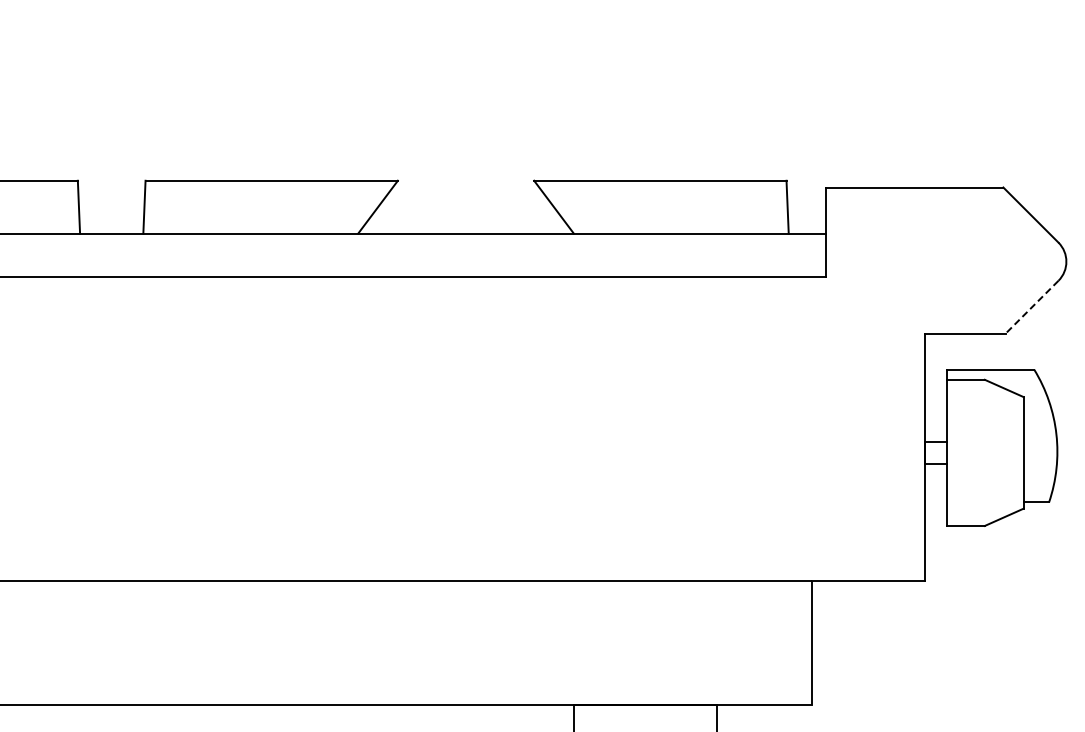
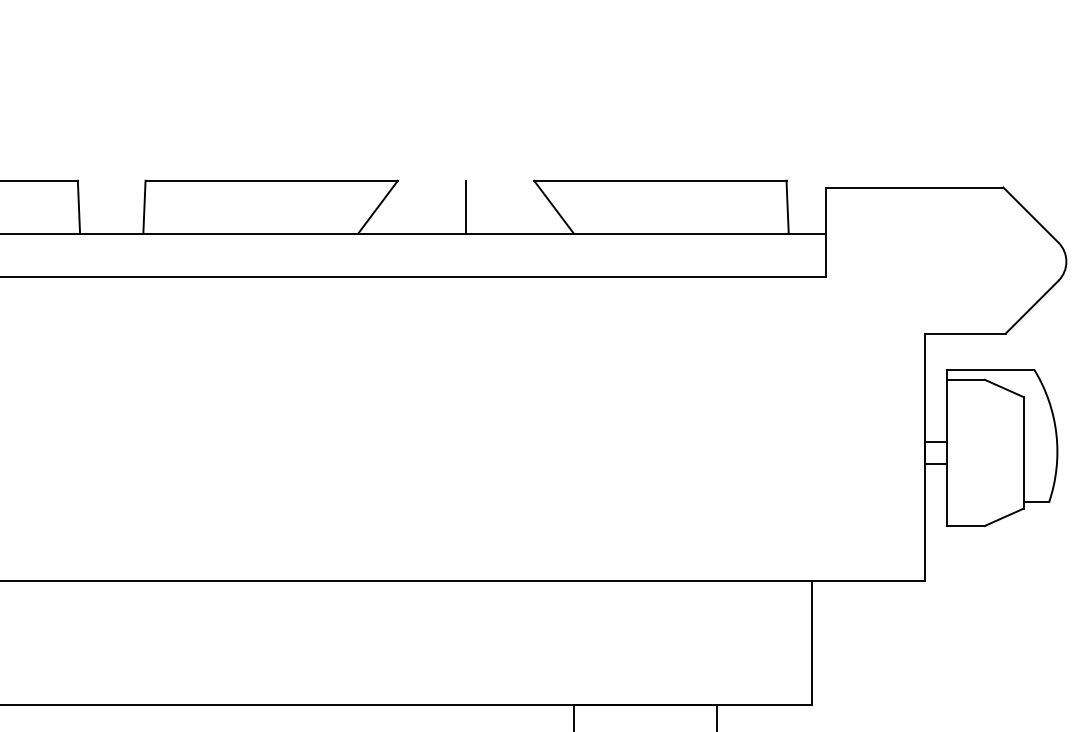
line at (466, 206): none -> present
line at (1031, 307): dashed -> solid
